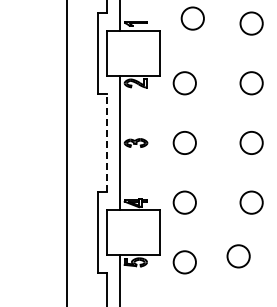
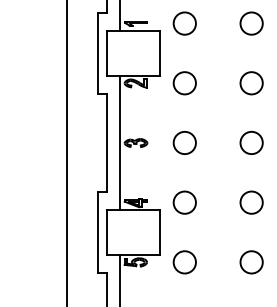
circle at (192, 18) position: (192, 18) -> (184, 23)
line at (106, 142): dashed -> solid
circle at (238, 256) position: (238, 256) -> (251, 262)
